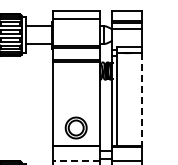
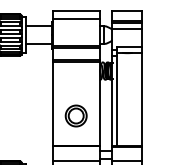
line at (142, 99): dashed -> solid
part at (75, 127) position: (75, 127) -> (75, 115)
line at (76, 160): dashed -> solid
